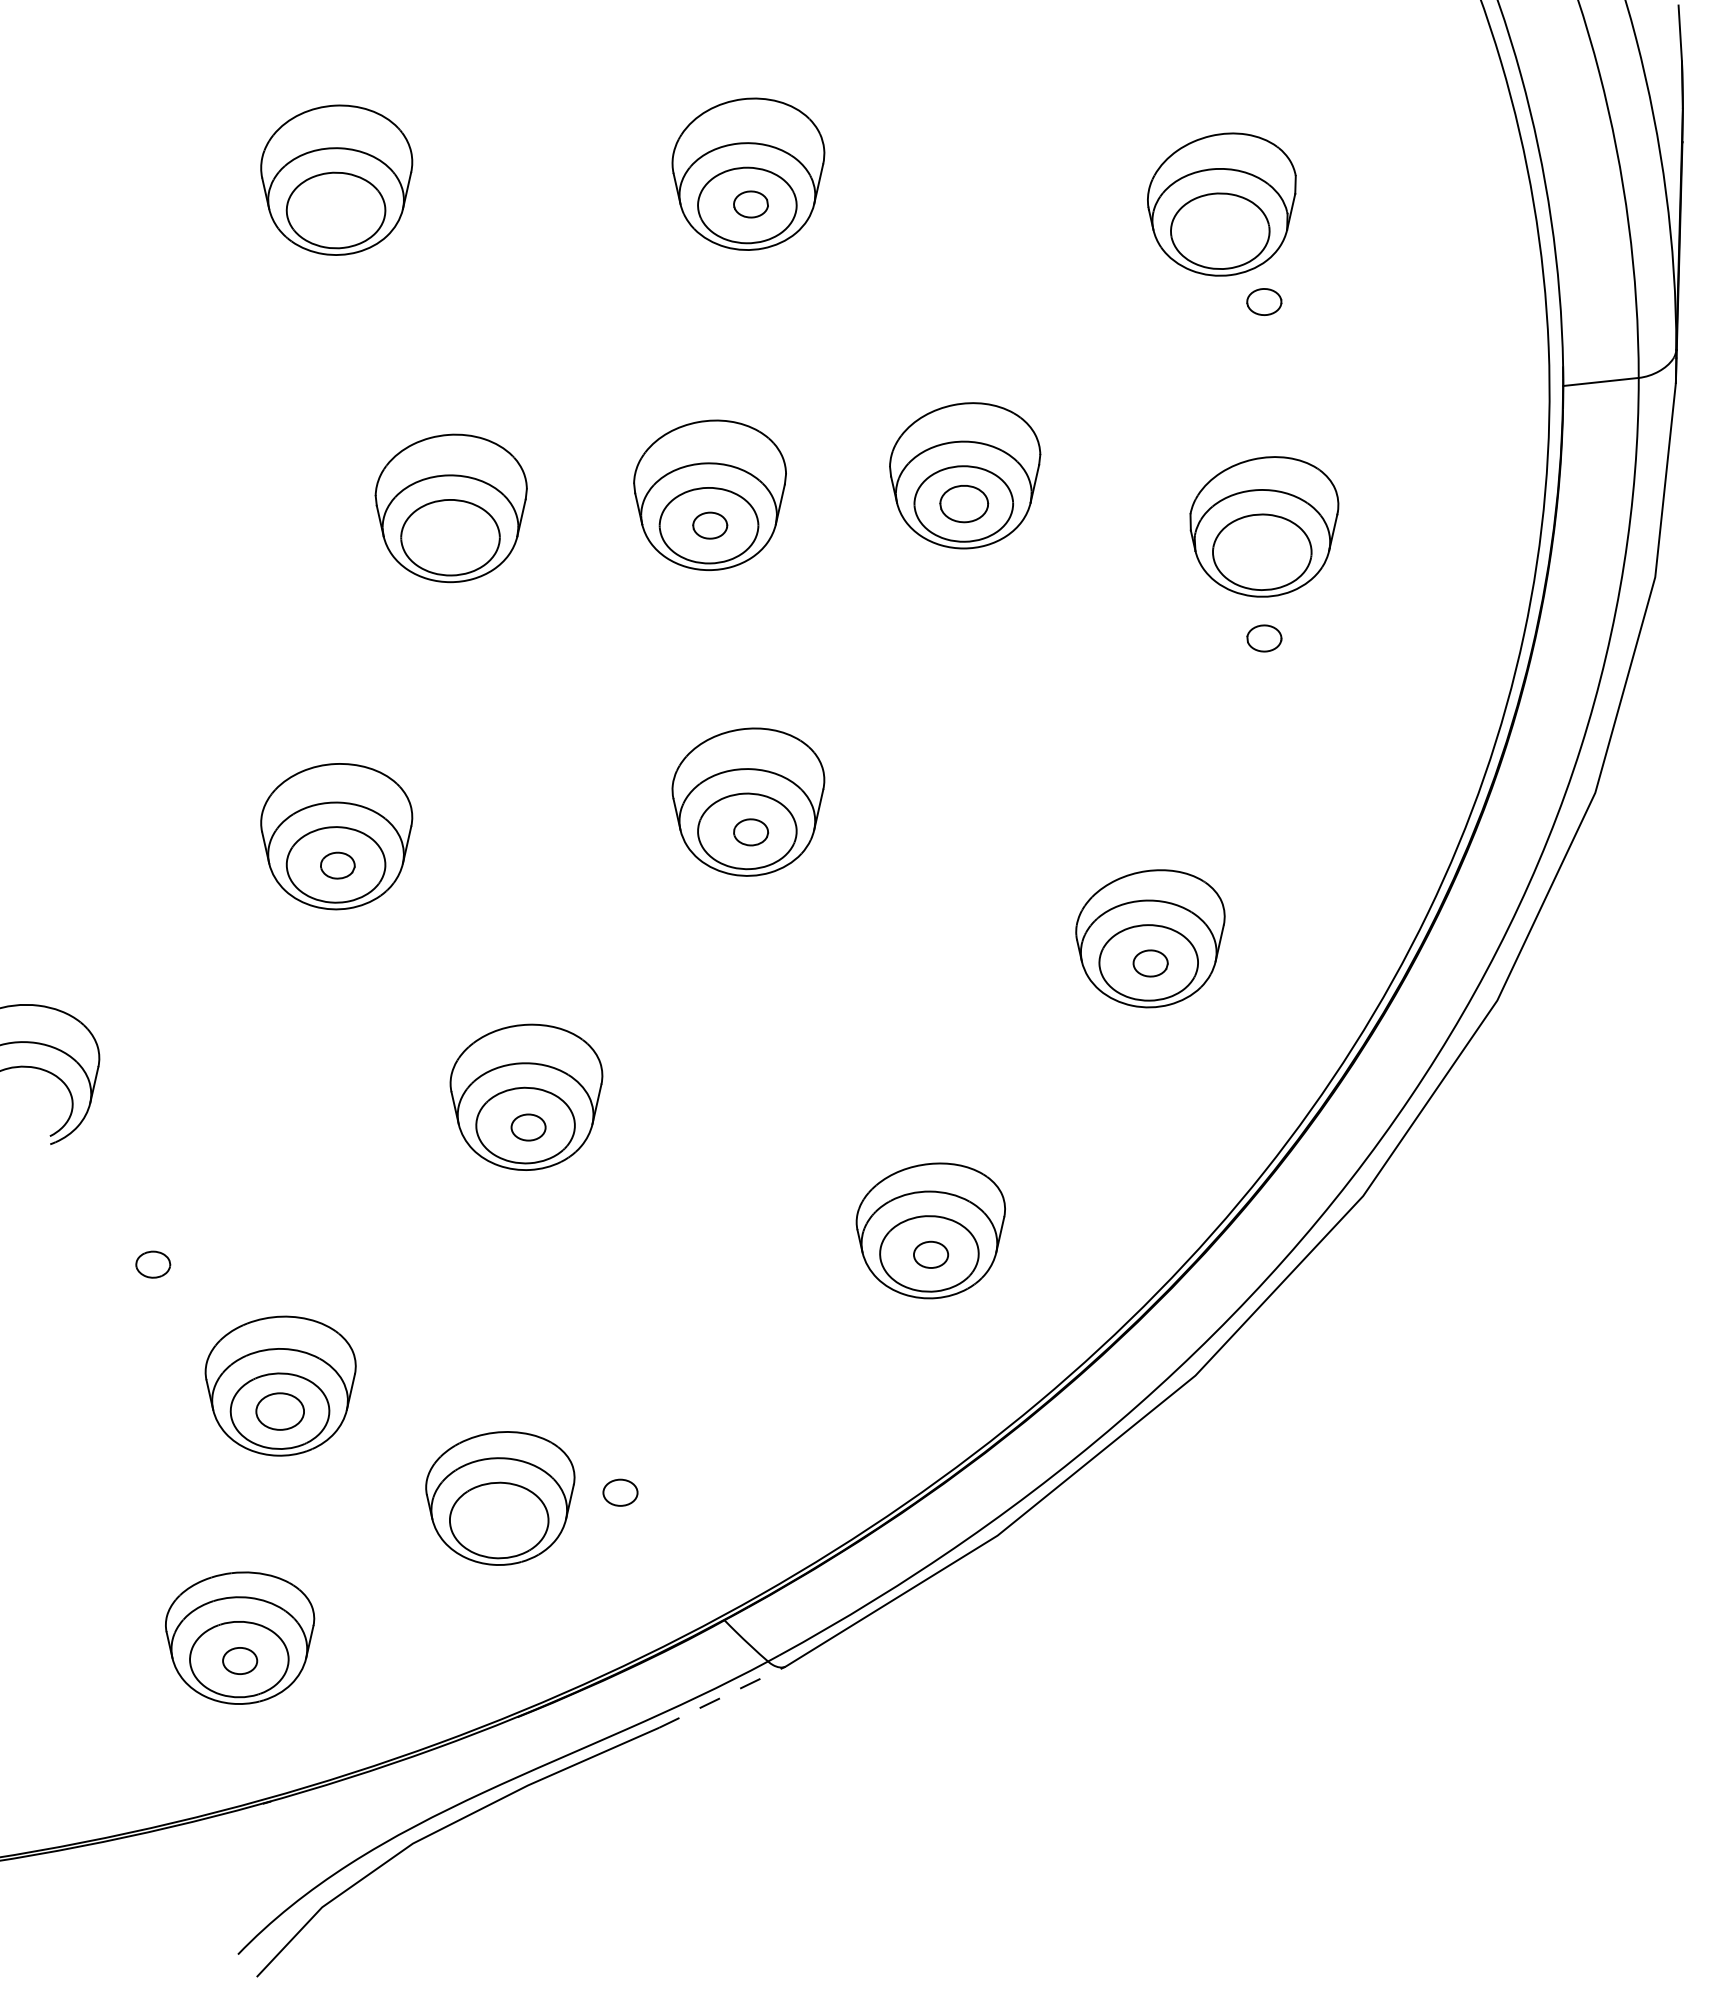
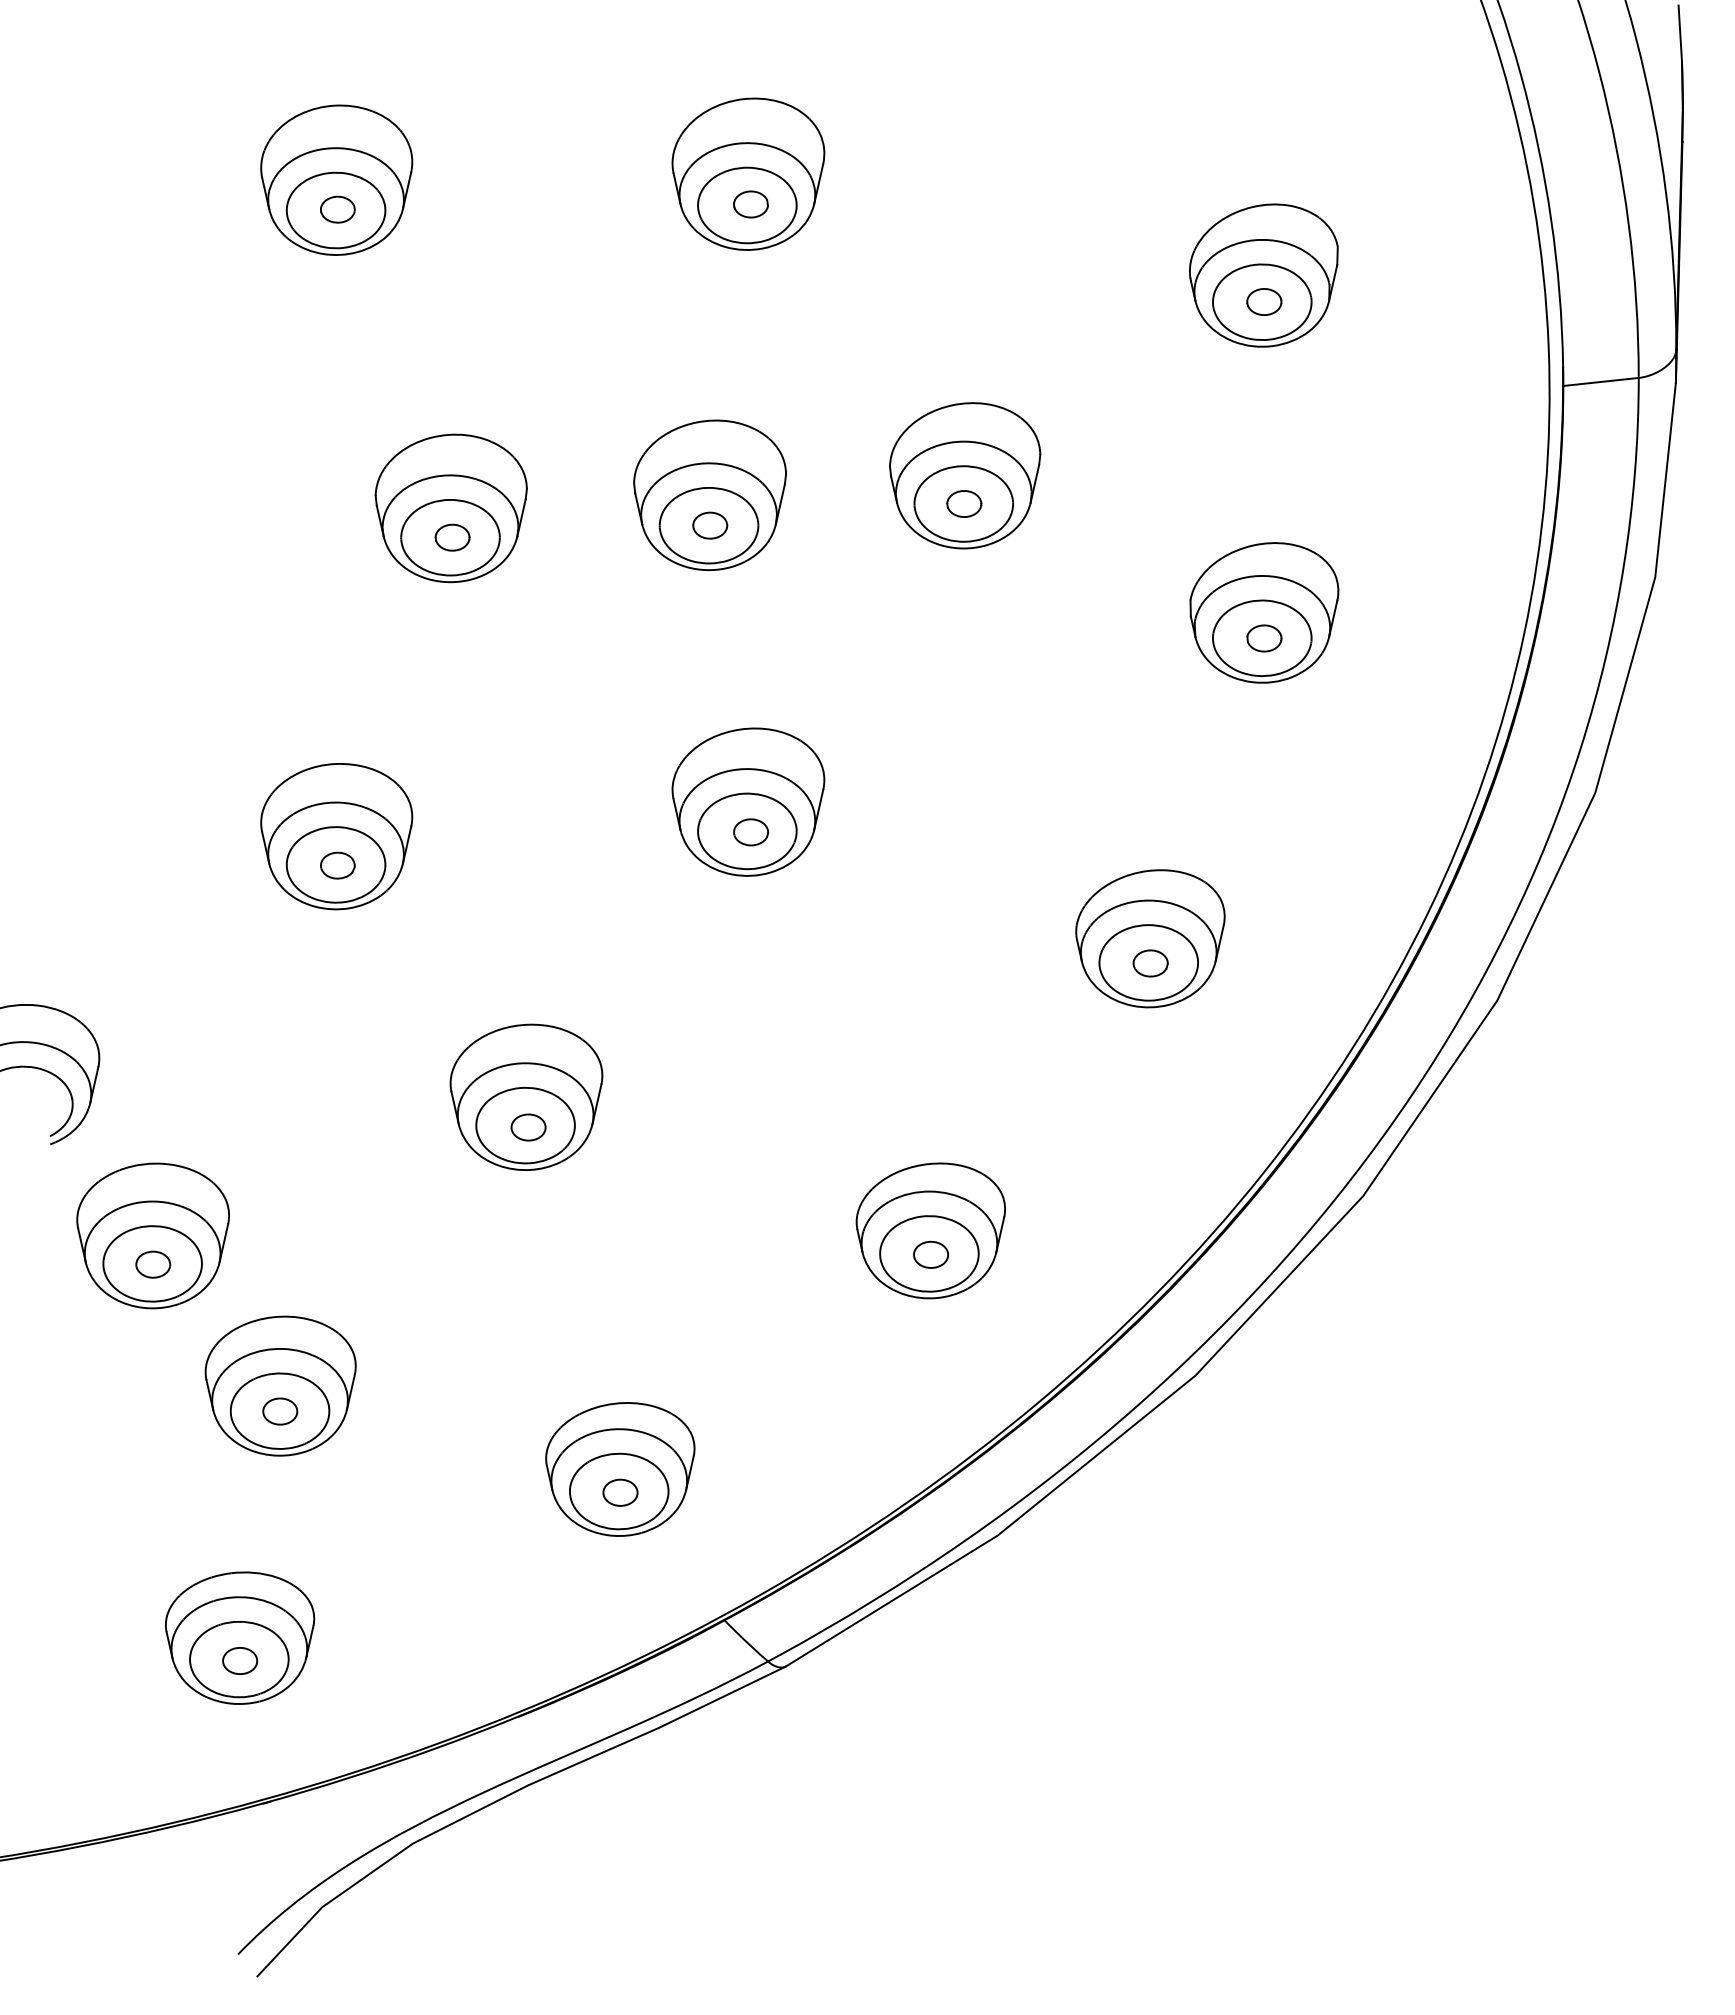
part at (1221, 204) position: (1221, 204) -> (1263, 275)
part at (337, 209): none -> present
part at (964, 504) size: 51x39 px -> 37x28 px
part at (1264, 526) position: (1264, 526) -> (1264, 612)
part at (452, 537): none -> present
part at (152, 1235): none -> present
part at (279, 1411) size: 50x39 px -> 37x29 px
part at (500, 1498) position: (500, 1498) -> (620, 1469)
line at (722, 1696): dashed -> solid
